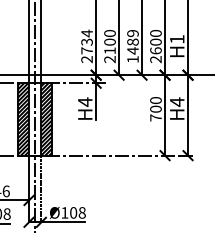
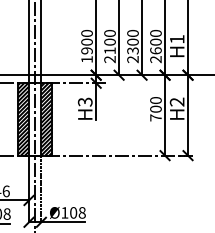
text at (86, 46): 2734 -> 1900
text at (132, 46): 1489 -> 2300
text at (84, 102): H4 -> H3
text at (176, 102): H4 -> H2
